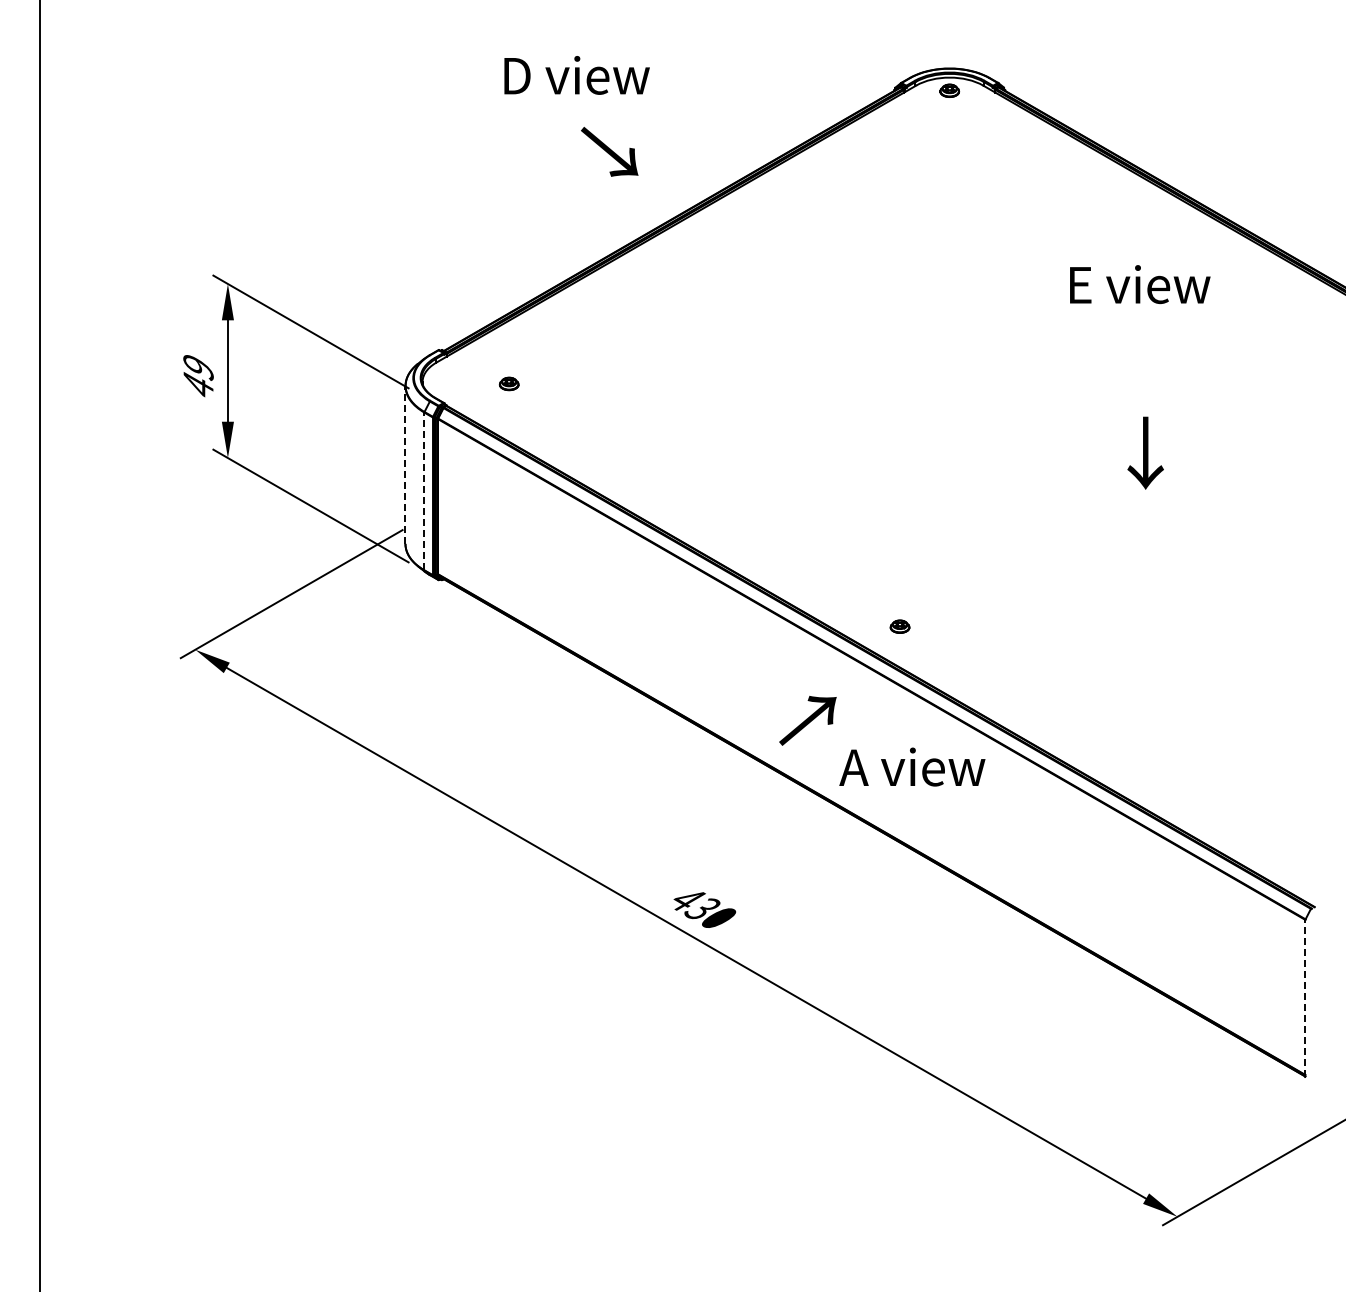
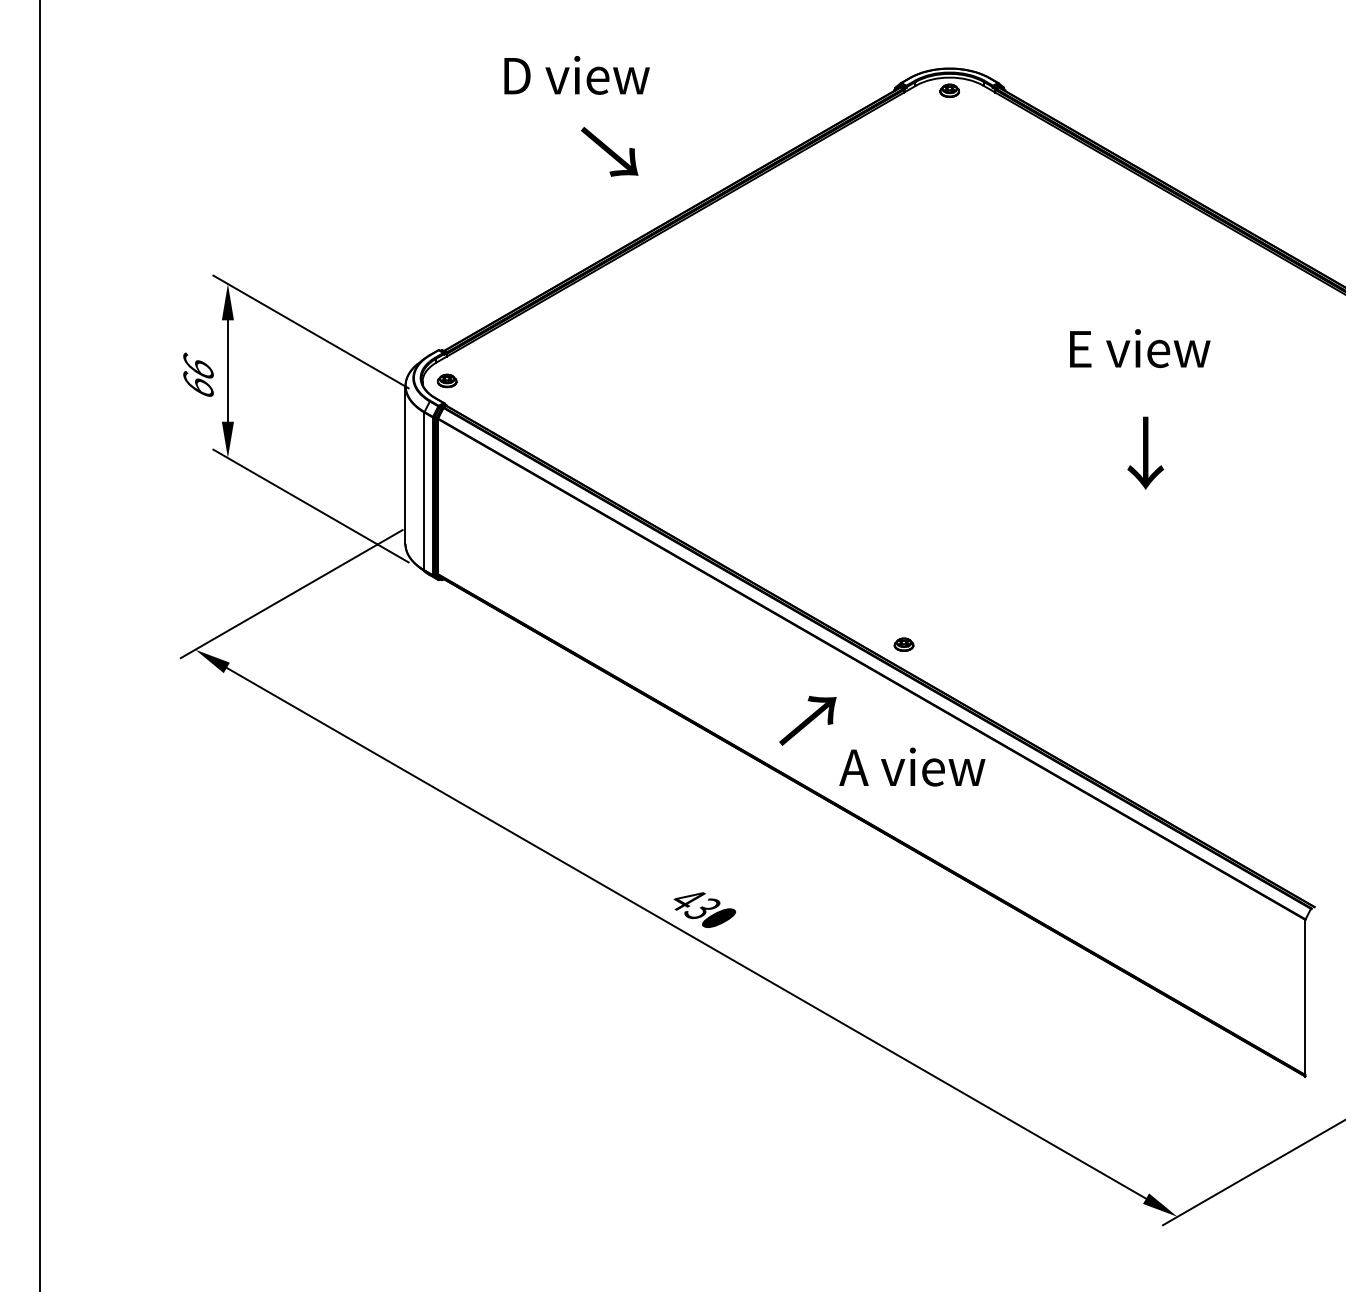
text at (1140, 284) position: (1140, 284) -> (1140, 348)
text at (198, 374): 49 -> 66
part at (508, 383) position: (508, 383) -> (446, 380)
line at (405, 465): dashed -> solid
line at (424, 491): dashed -> solid
part at (899, 626) position: (899, 626) -> (903, 644)
line at (1305, 997): dashed -> solid
